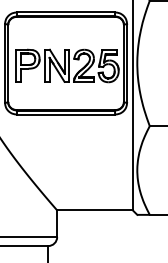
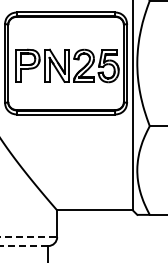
line at (29, 237): solid -> dashed
line at (24, 246): solid -> dashed
